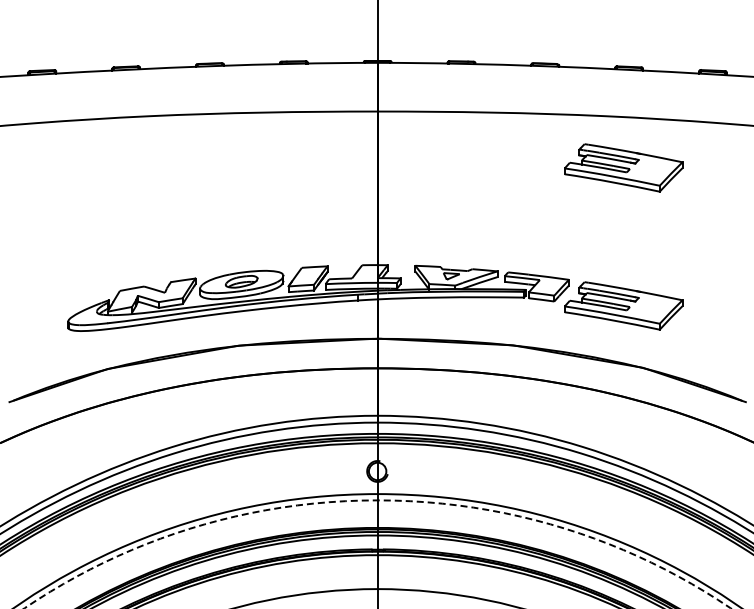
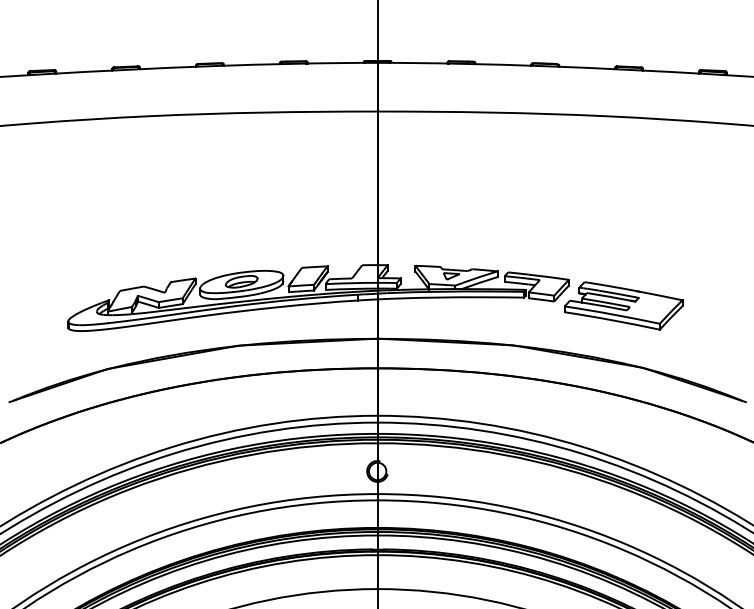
part at (623, 167): present -> none
circle at (377, 554): dashed -> solid
